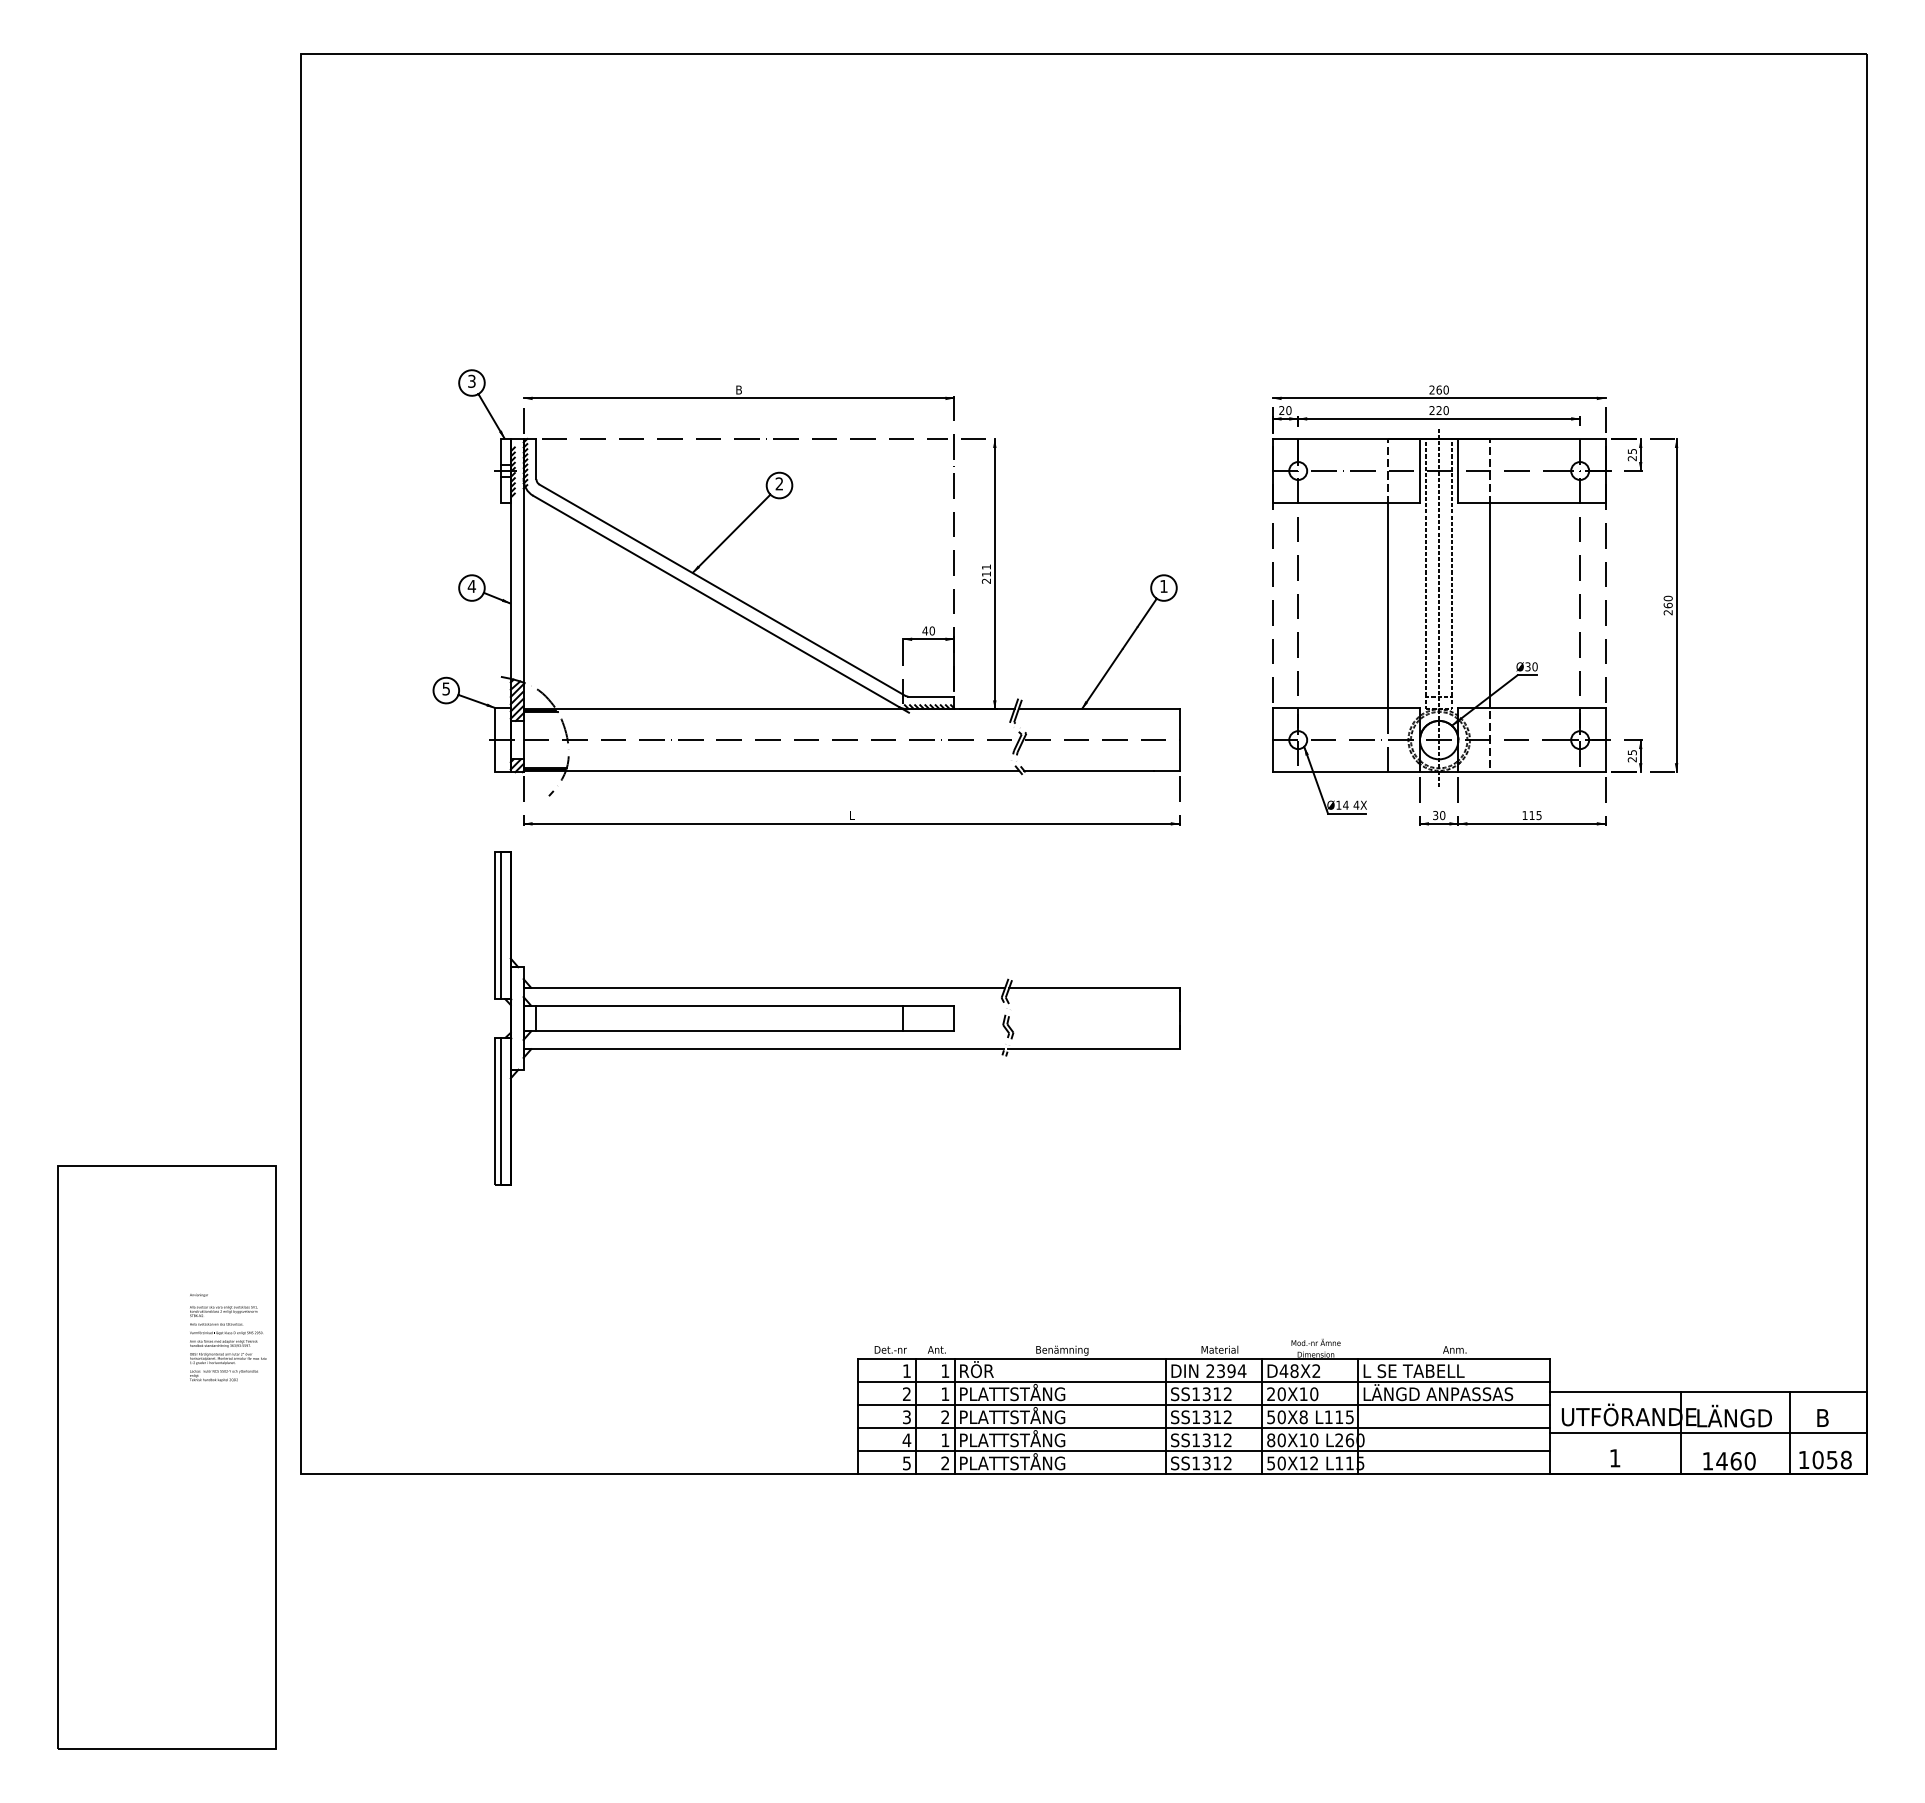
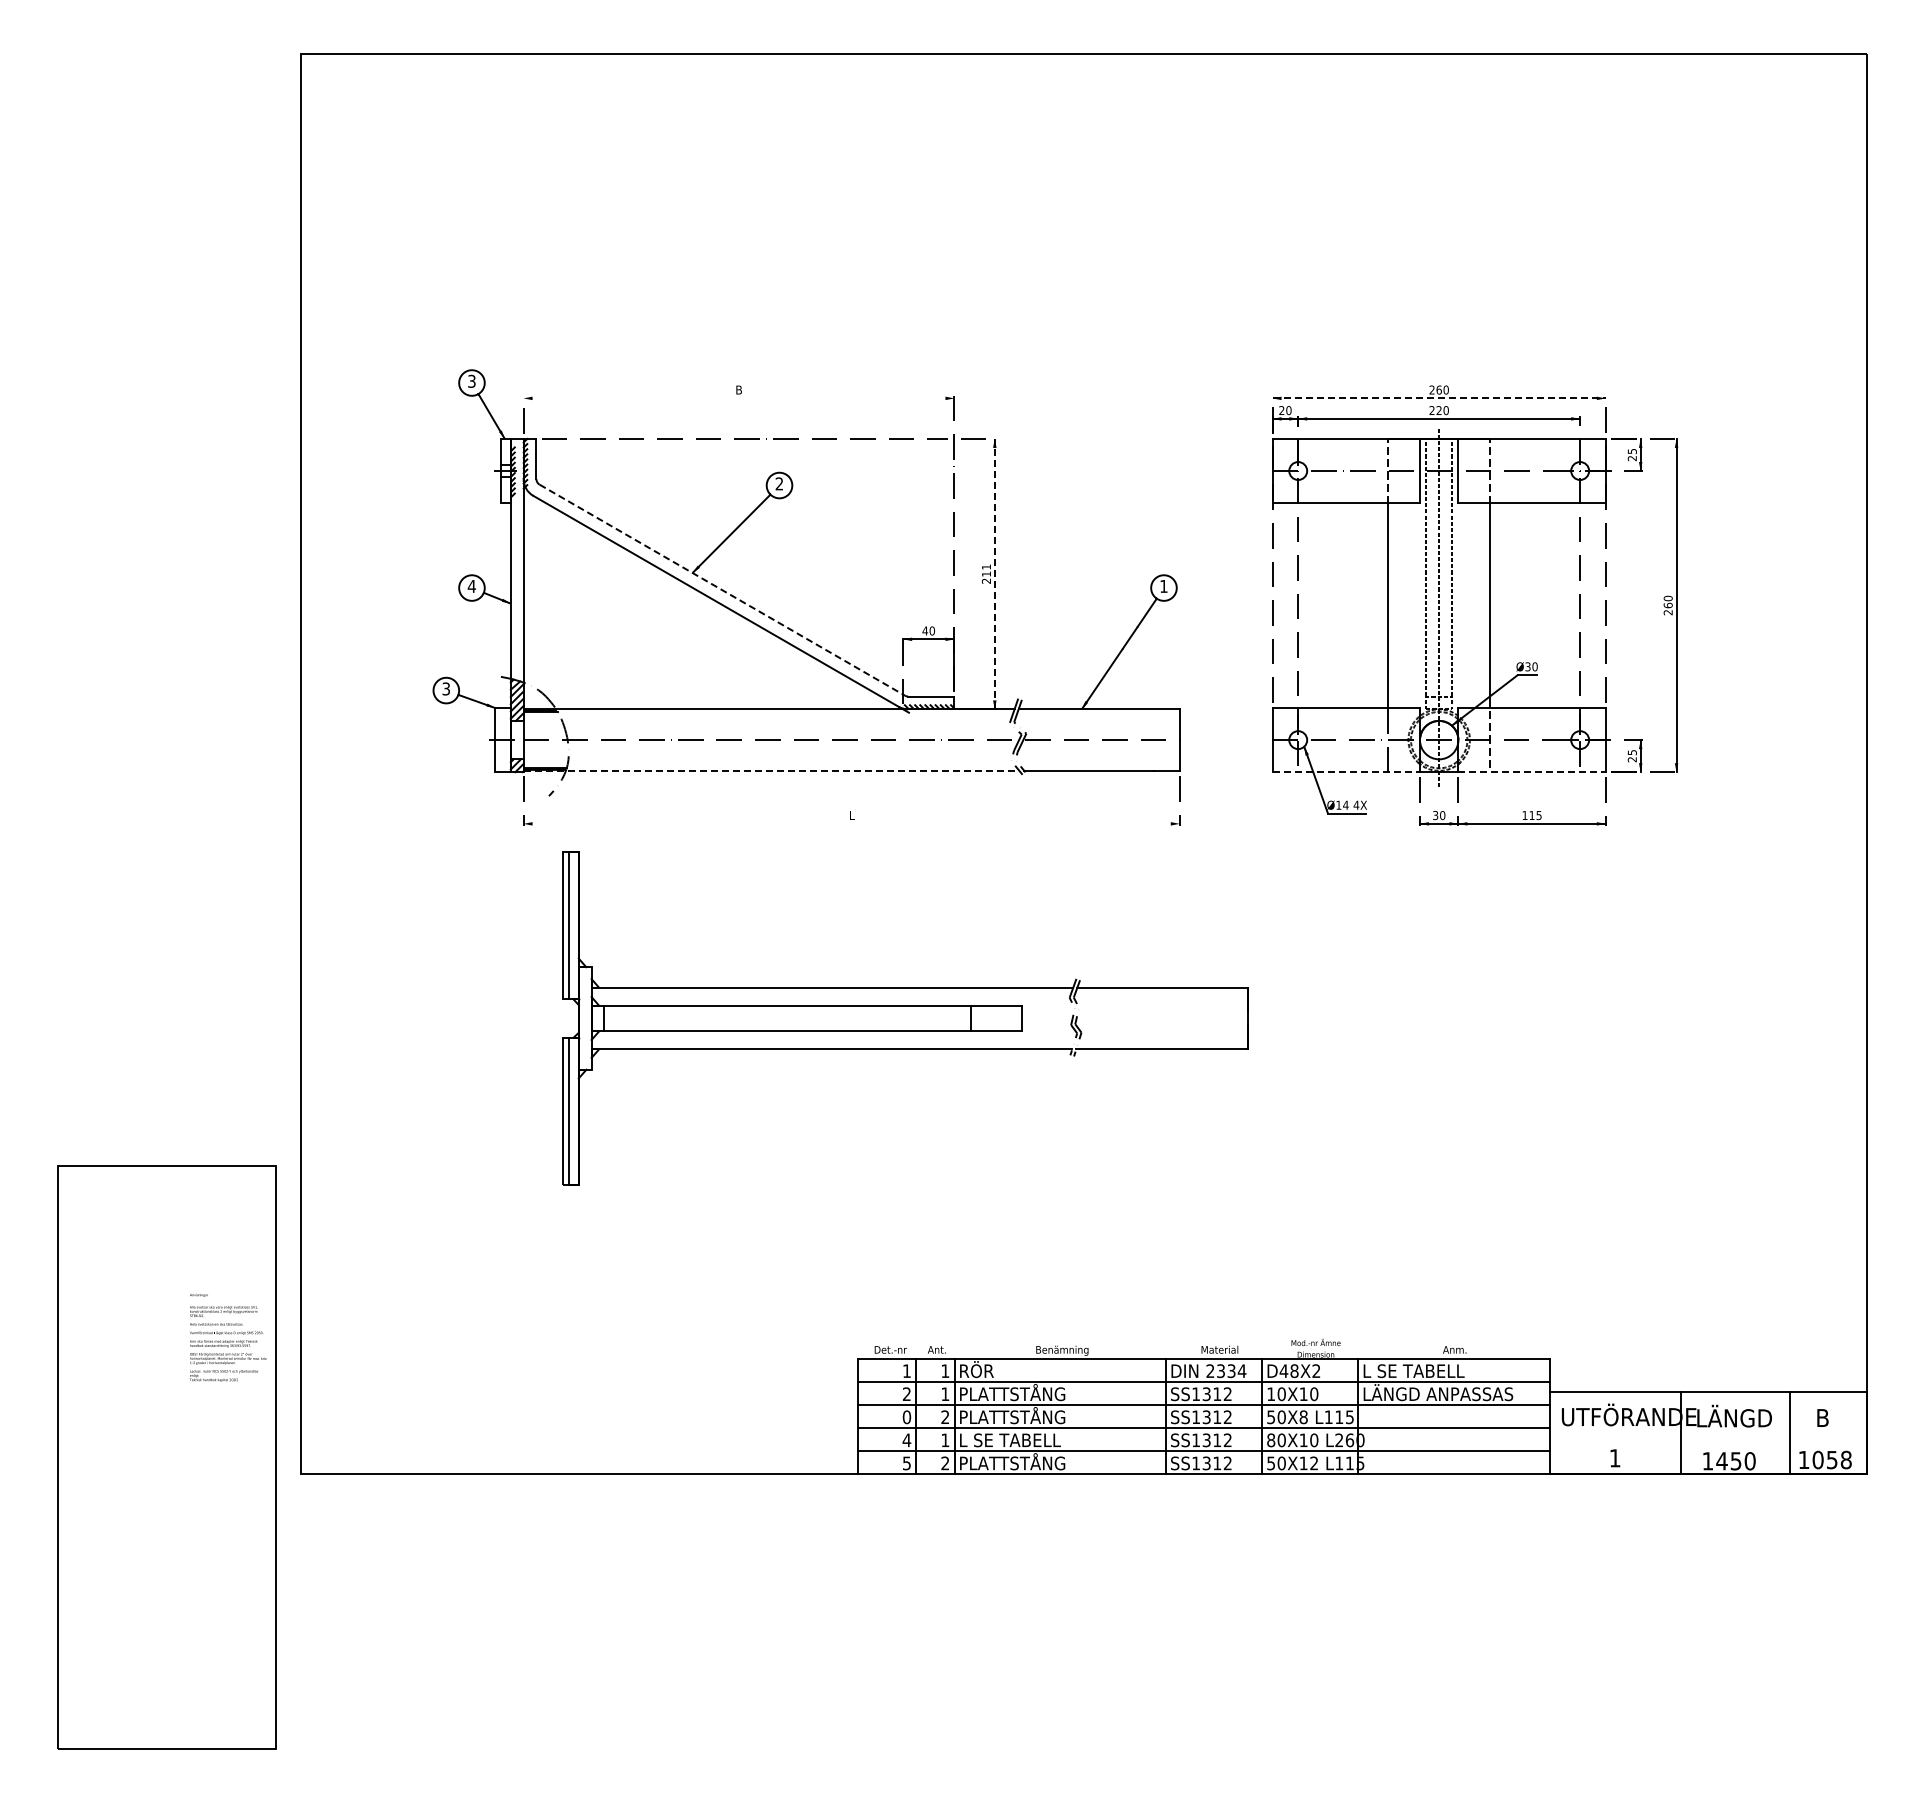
line at (738, 398): present -> none
line at (1439, 398): solid -> dashed
line at (994, 573): solid -> dashed
line at (722, 590): solid -> dashed
text at (445, 688): 5 -> 3
line at (771, 770): solid -> dashed
line at (1346, 772): solid -> dashed
line at (1532, 772): solid -> dashed
line at (851, 823): present -> none
part at (837, 1018) position: (837, 1018) -> (905, 1018)
text at (1231, 1370): 2394 -> 2334
text at (1270, 1393): 20X10 -> 10X10
text at (906, 1417): 3 -> 0
line at (1708, 1433): present -> none
text at (1013, 1438): PLATTSTÅNG -> L SE TABELL
text at (1735, 1461): 1460 -> 1450
